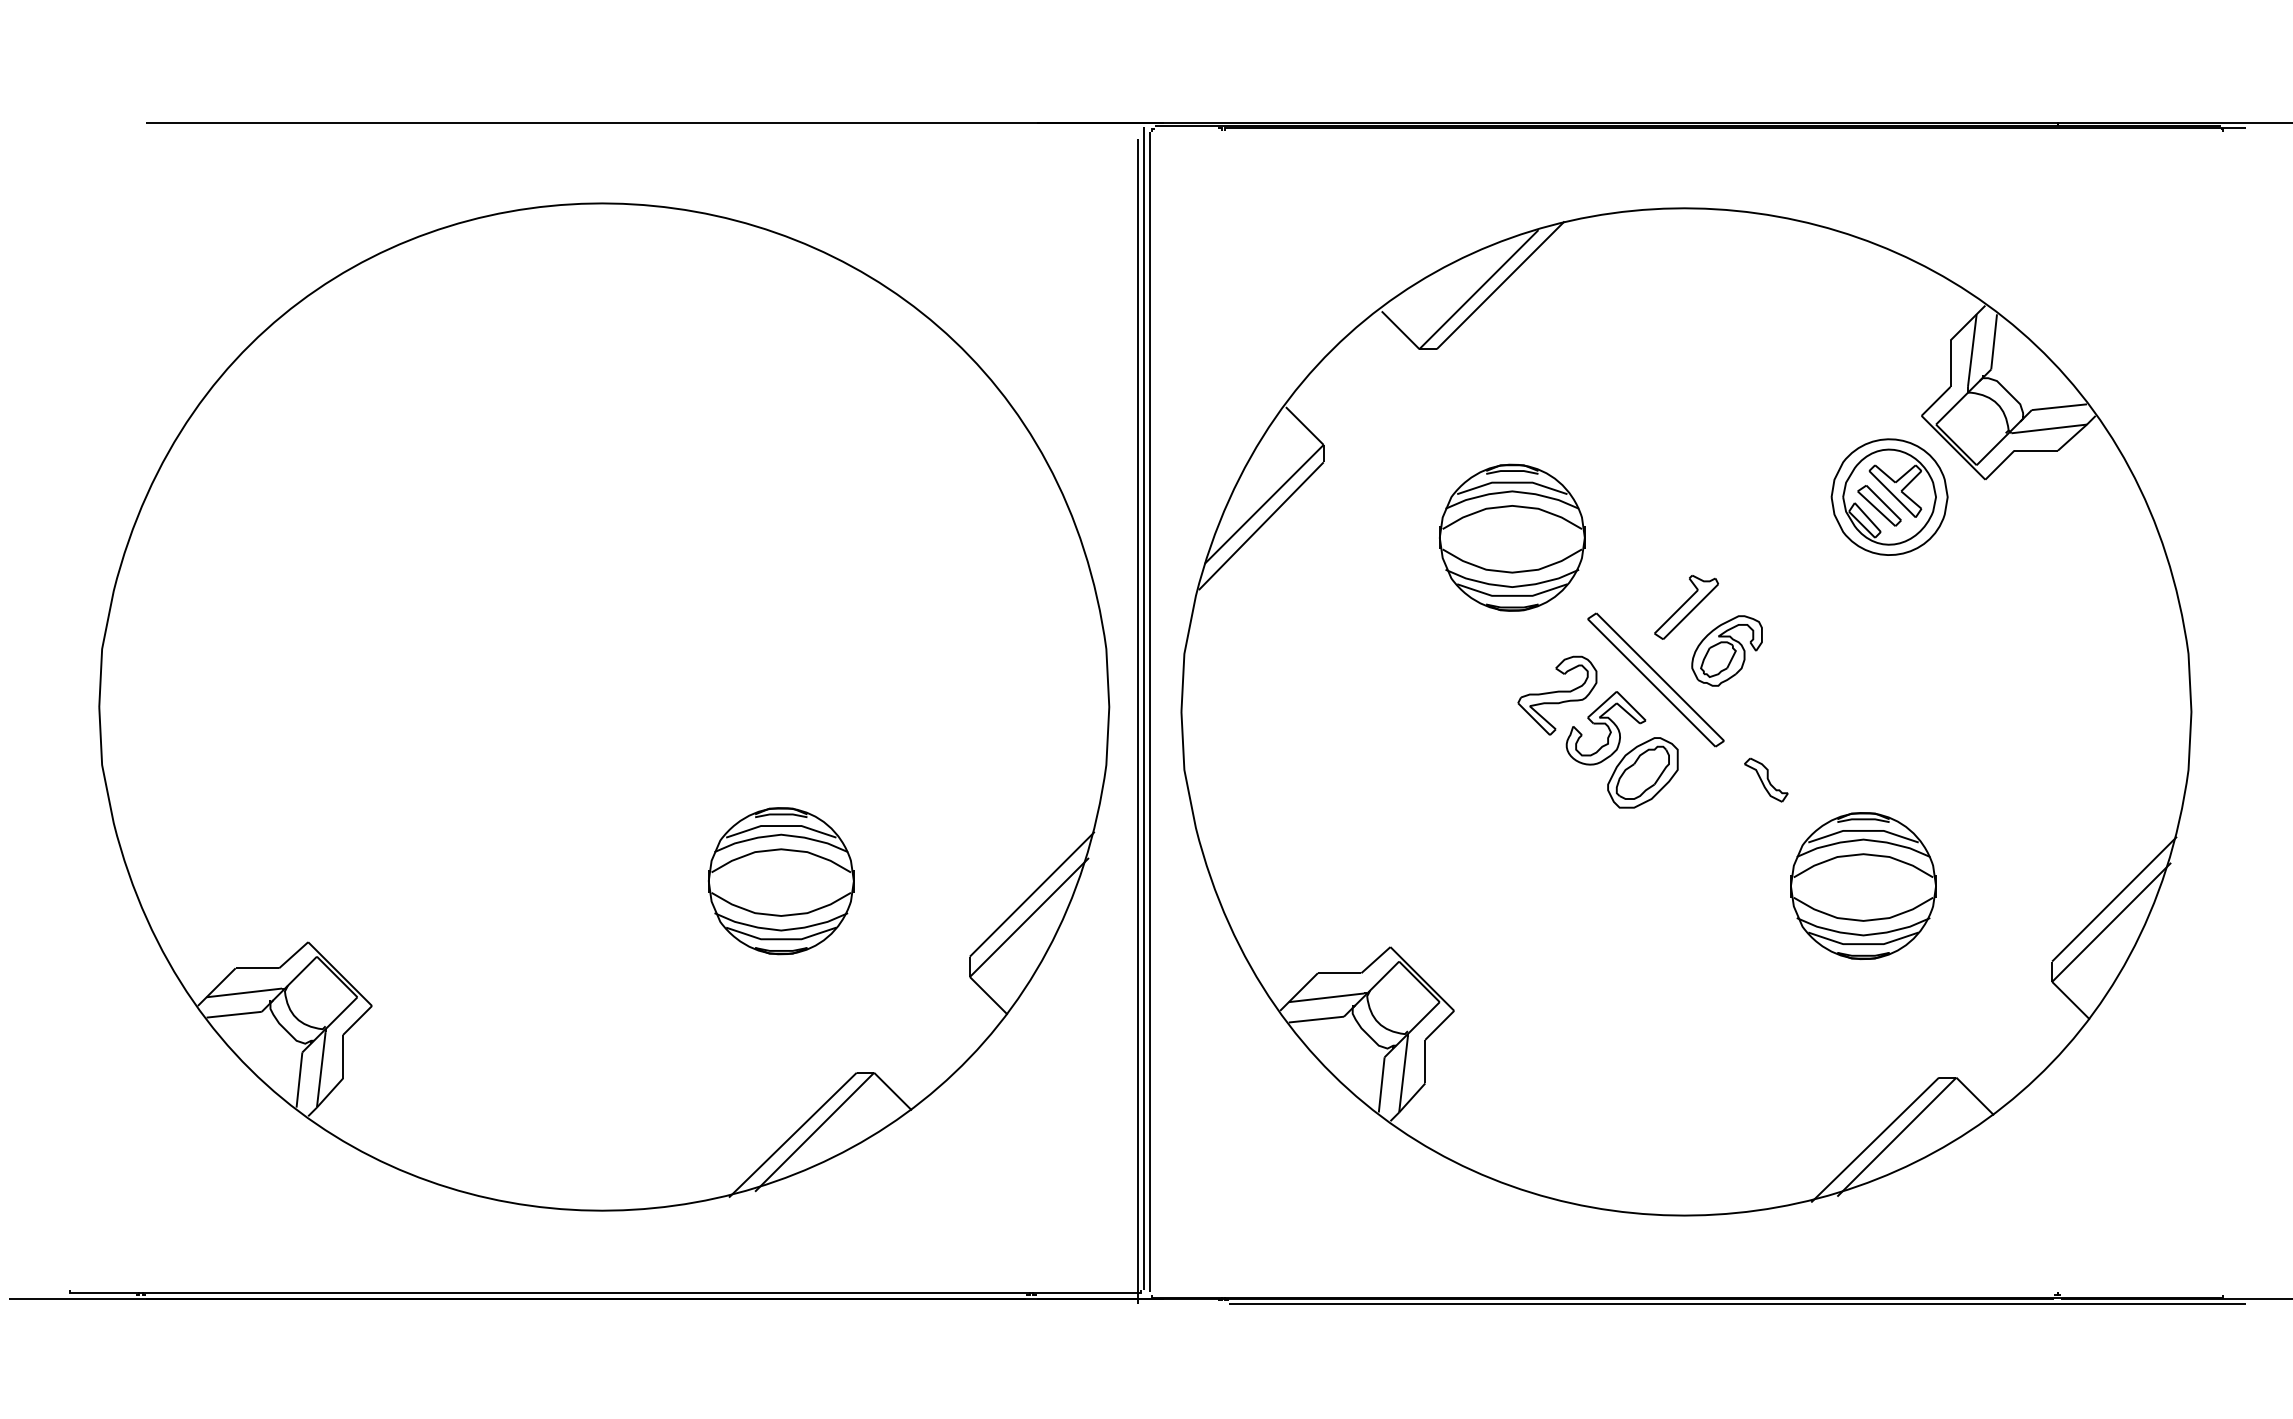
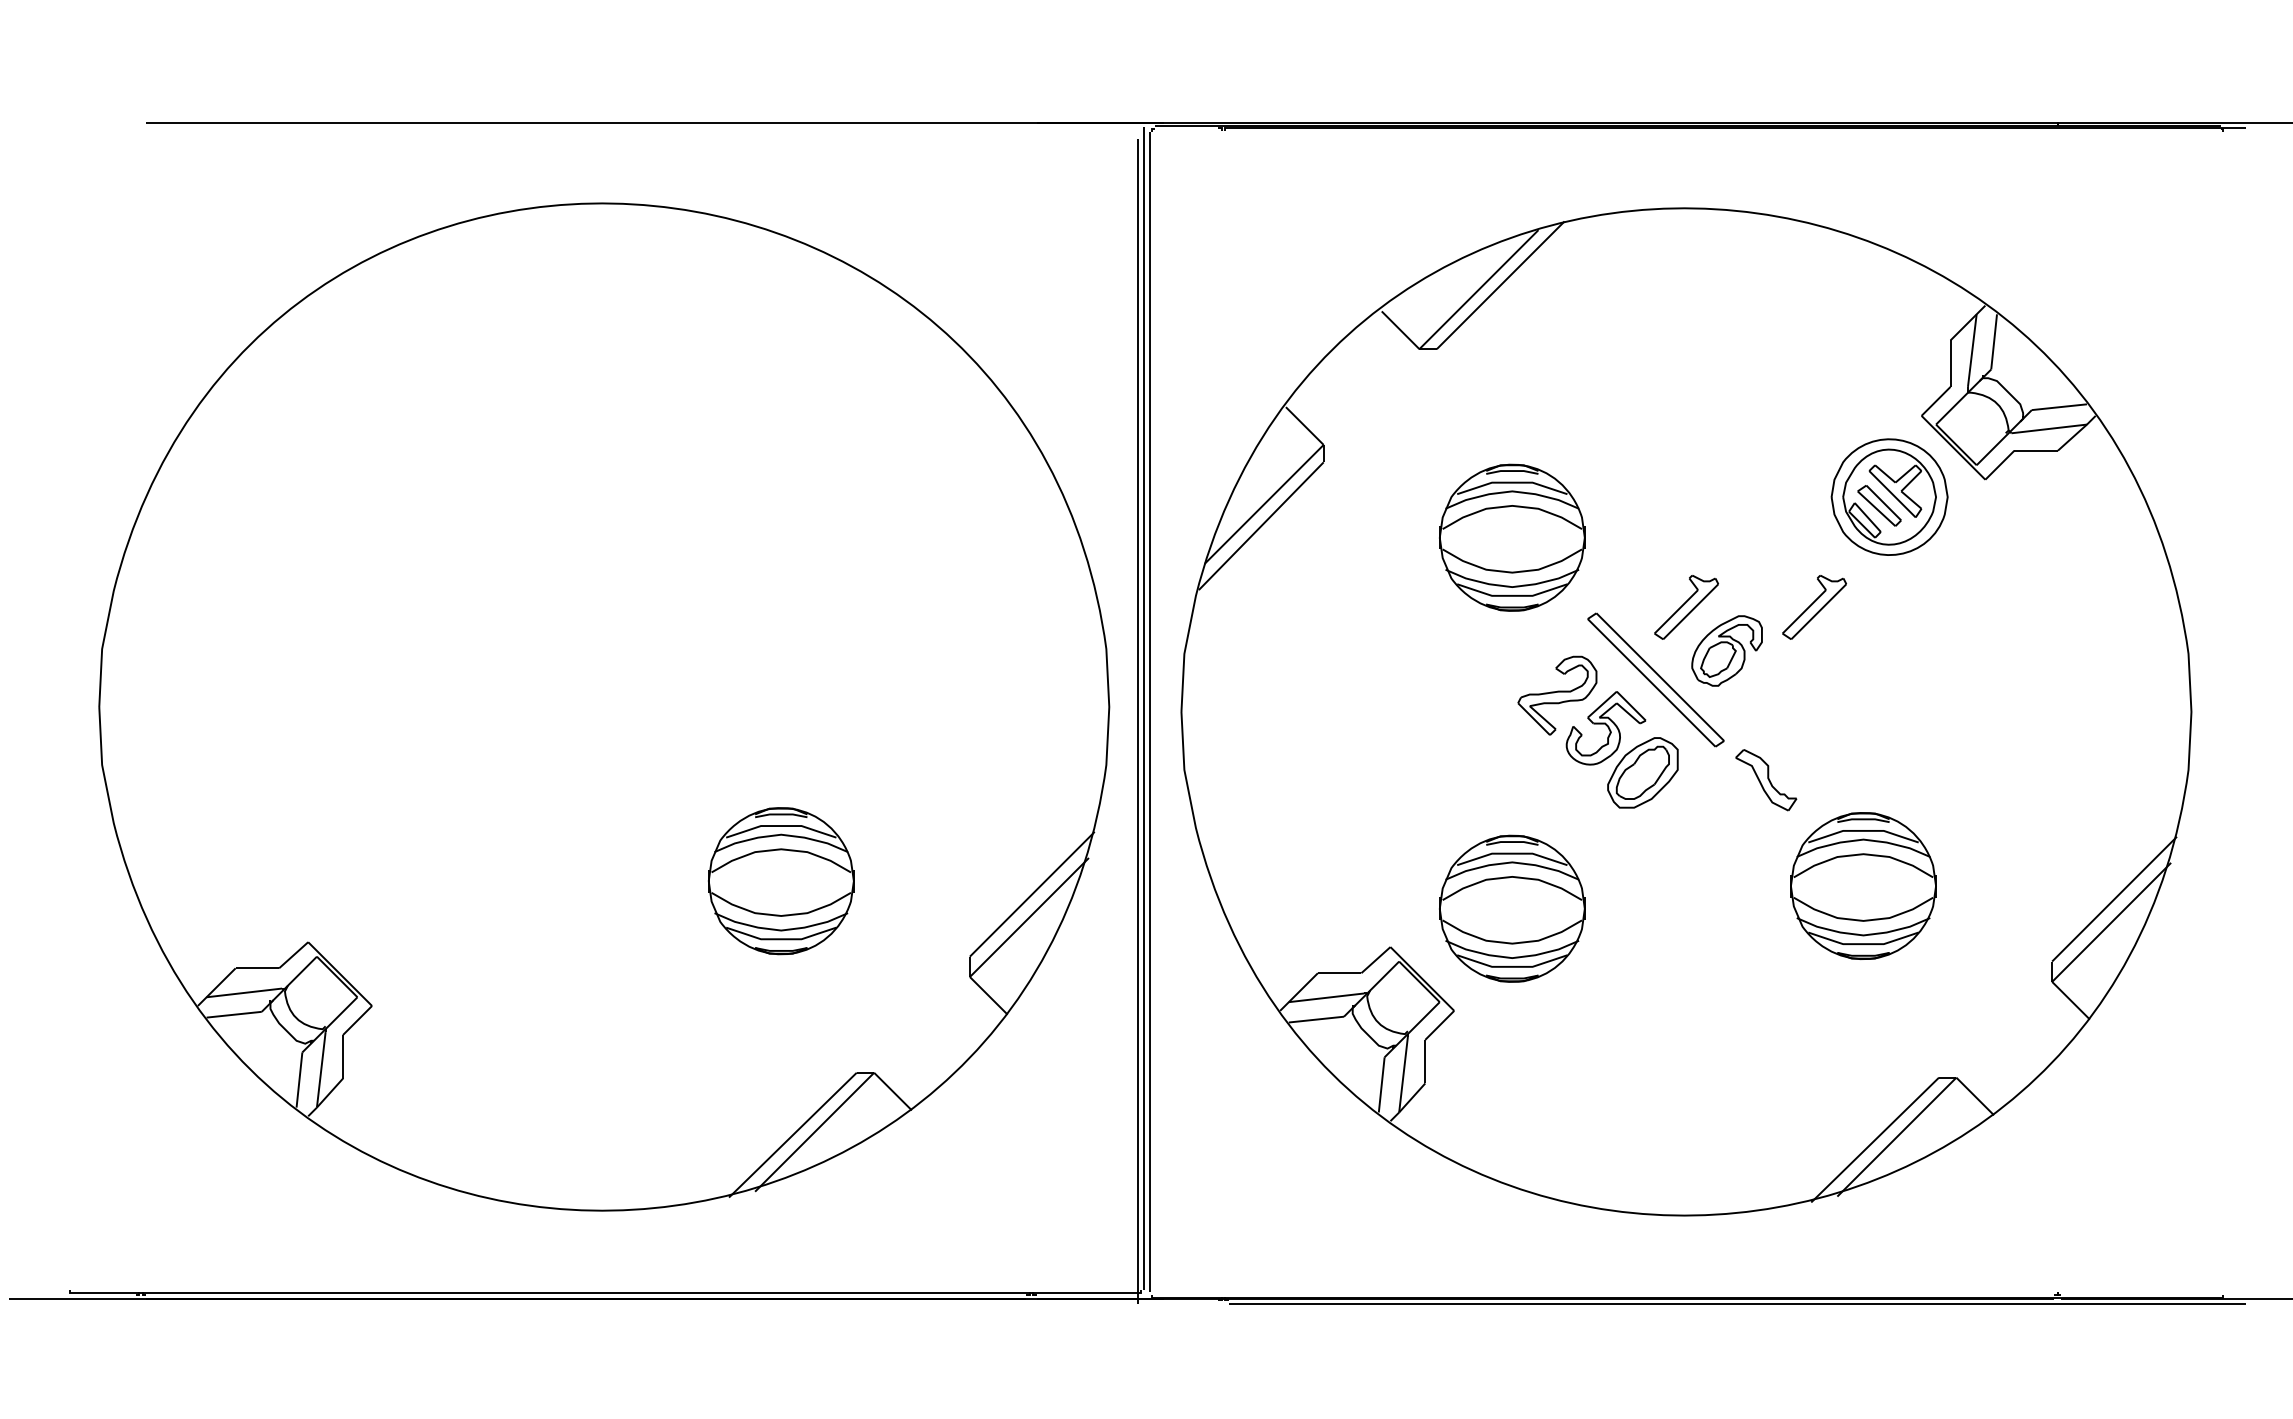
part at (1814, 607): none -> present
part at (1766, 779) size: 45x46 px -> 63x63 px
part at (1512, 908): none -> present
